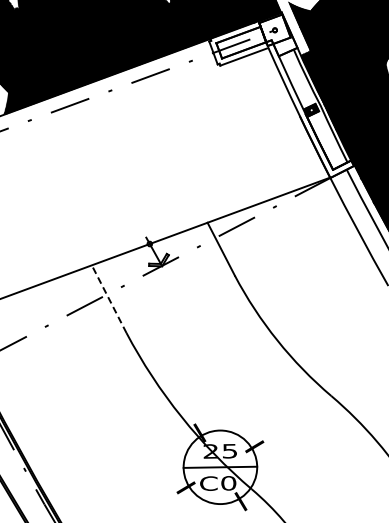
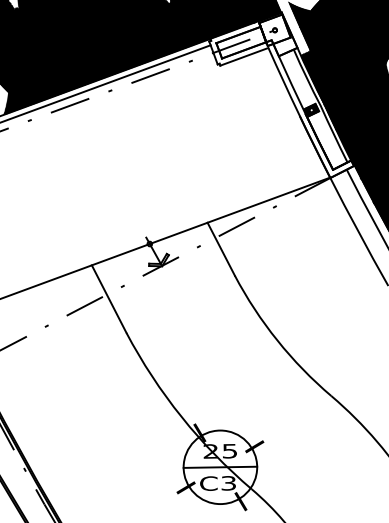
line at (106, 83): none -> present
line at (108, 298): dashed -> solid
text at (228, 483): C0 -> C3
